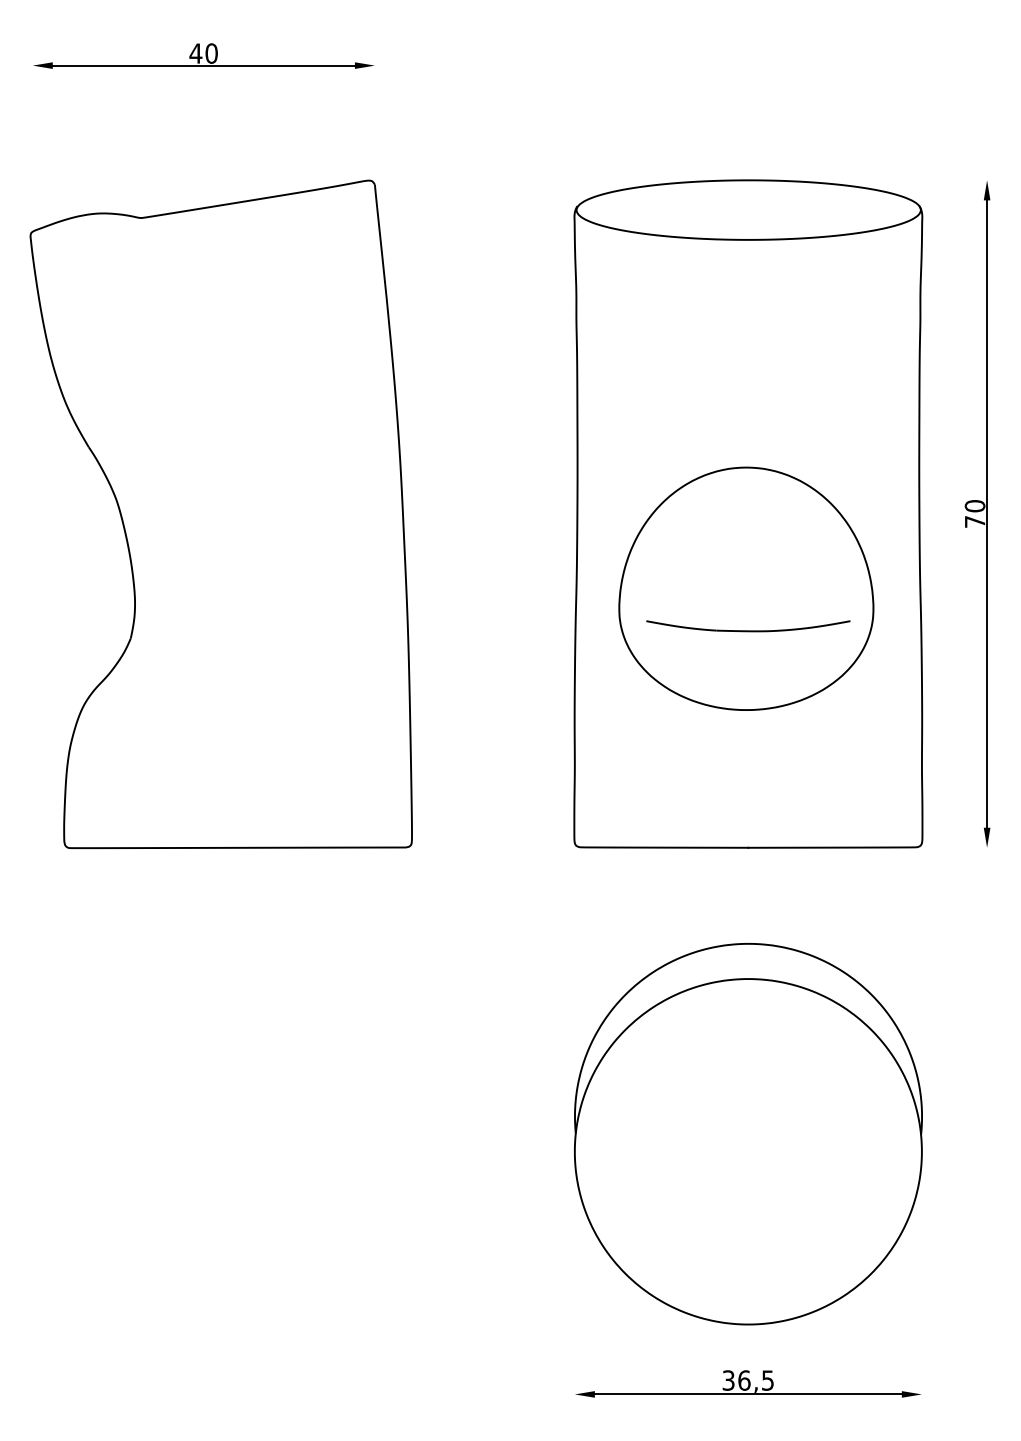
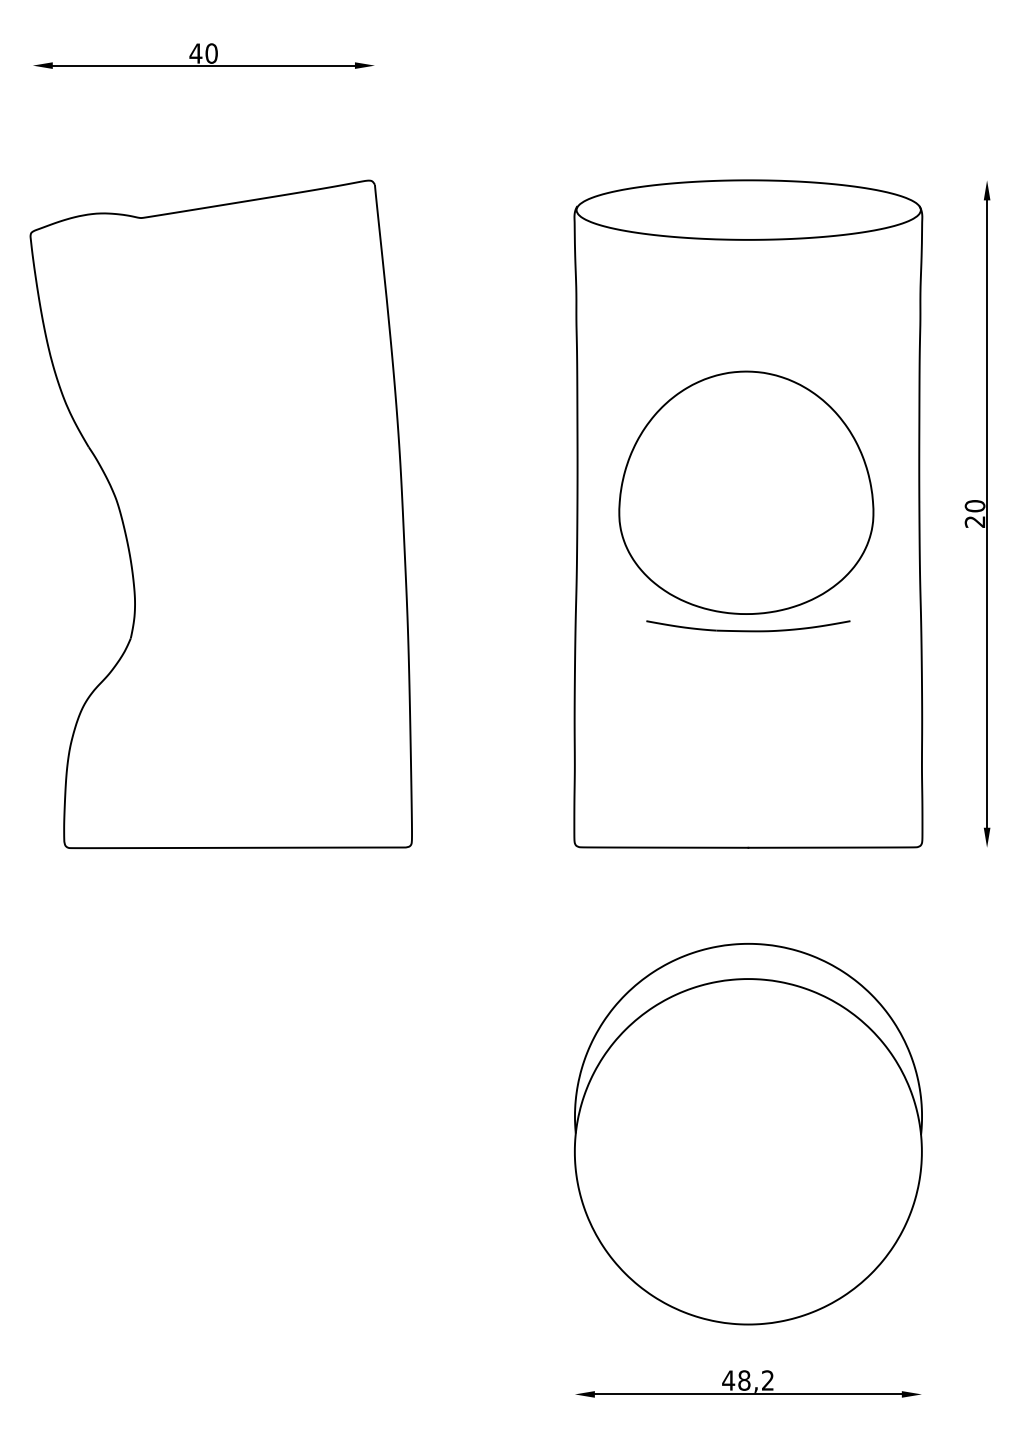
text at (974, 521): 70 -> 20
part at (746, 588) position: (746, 588) -> (746, 492)
text at (747, 1380): 36,5 -> 48,2
